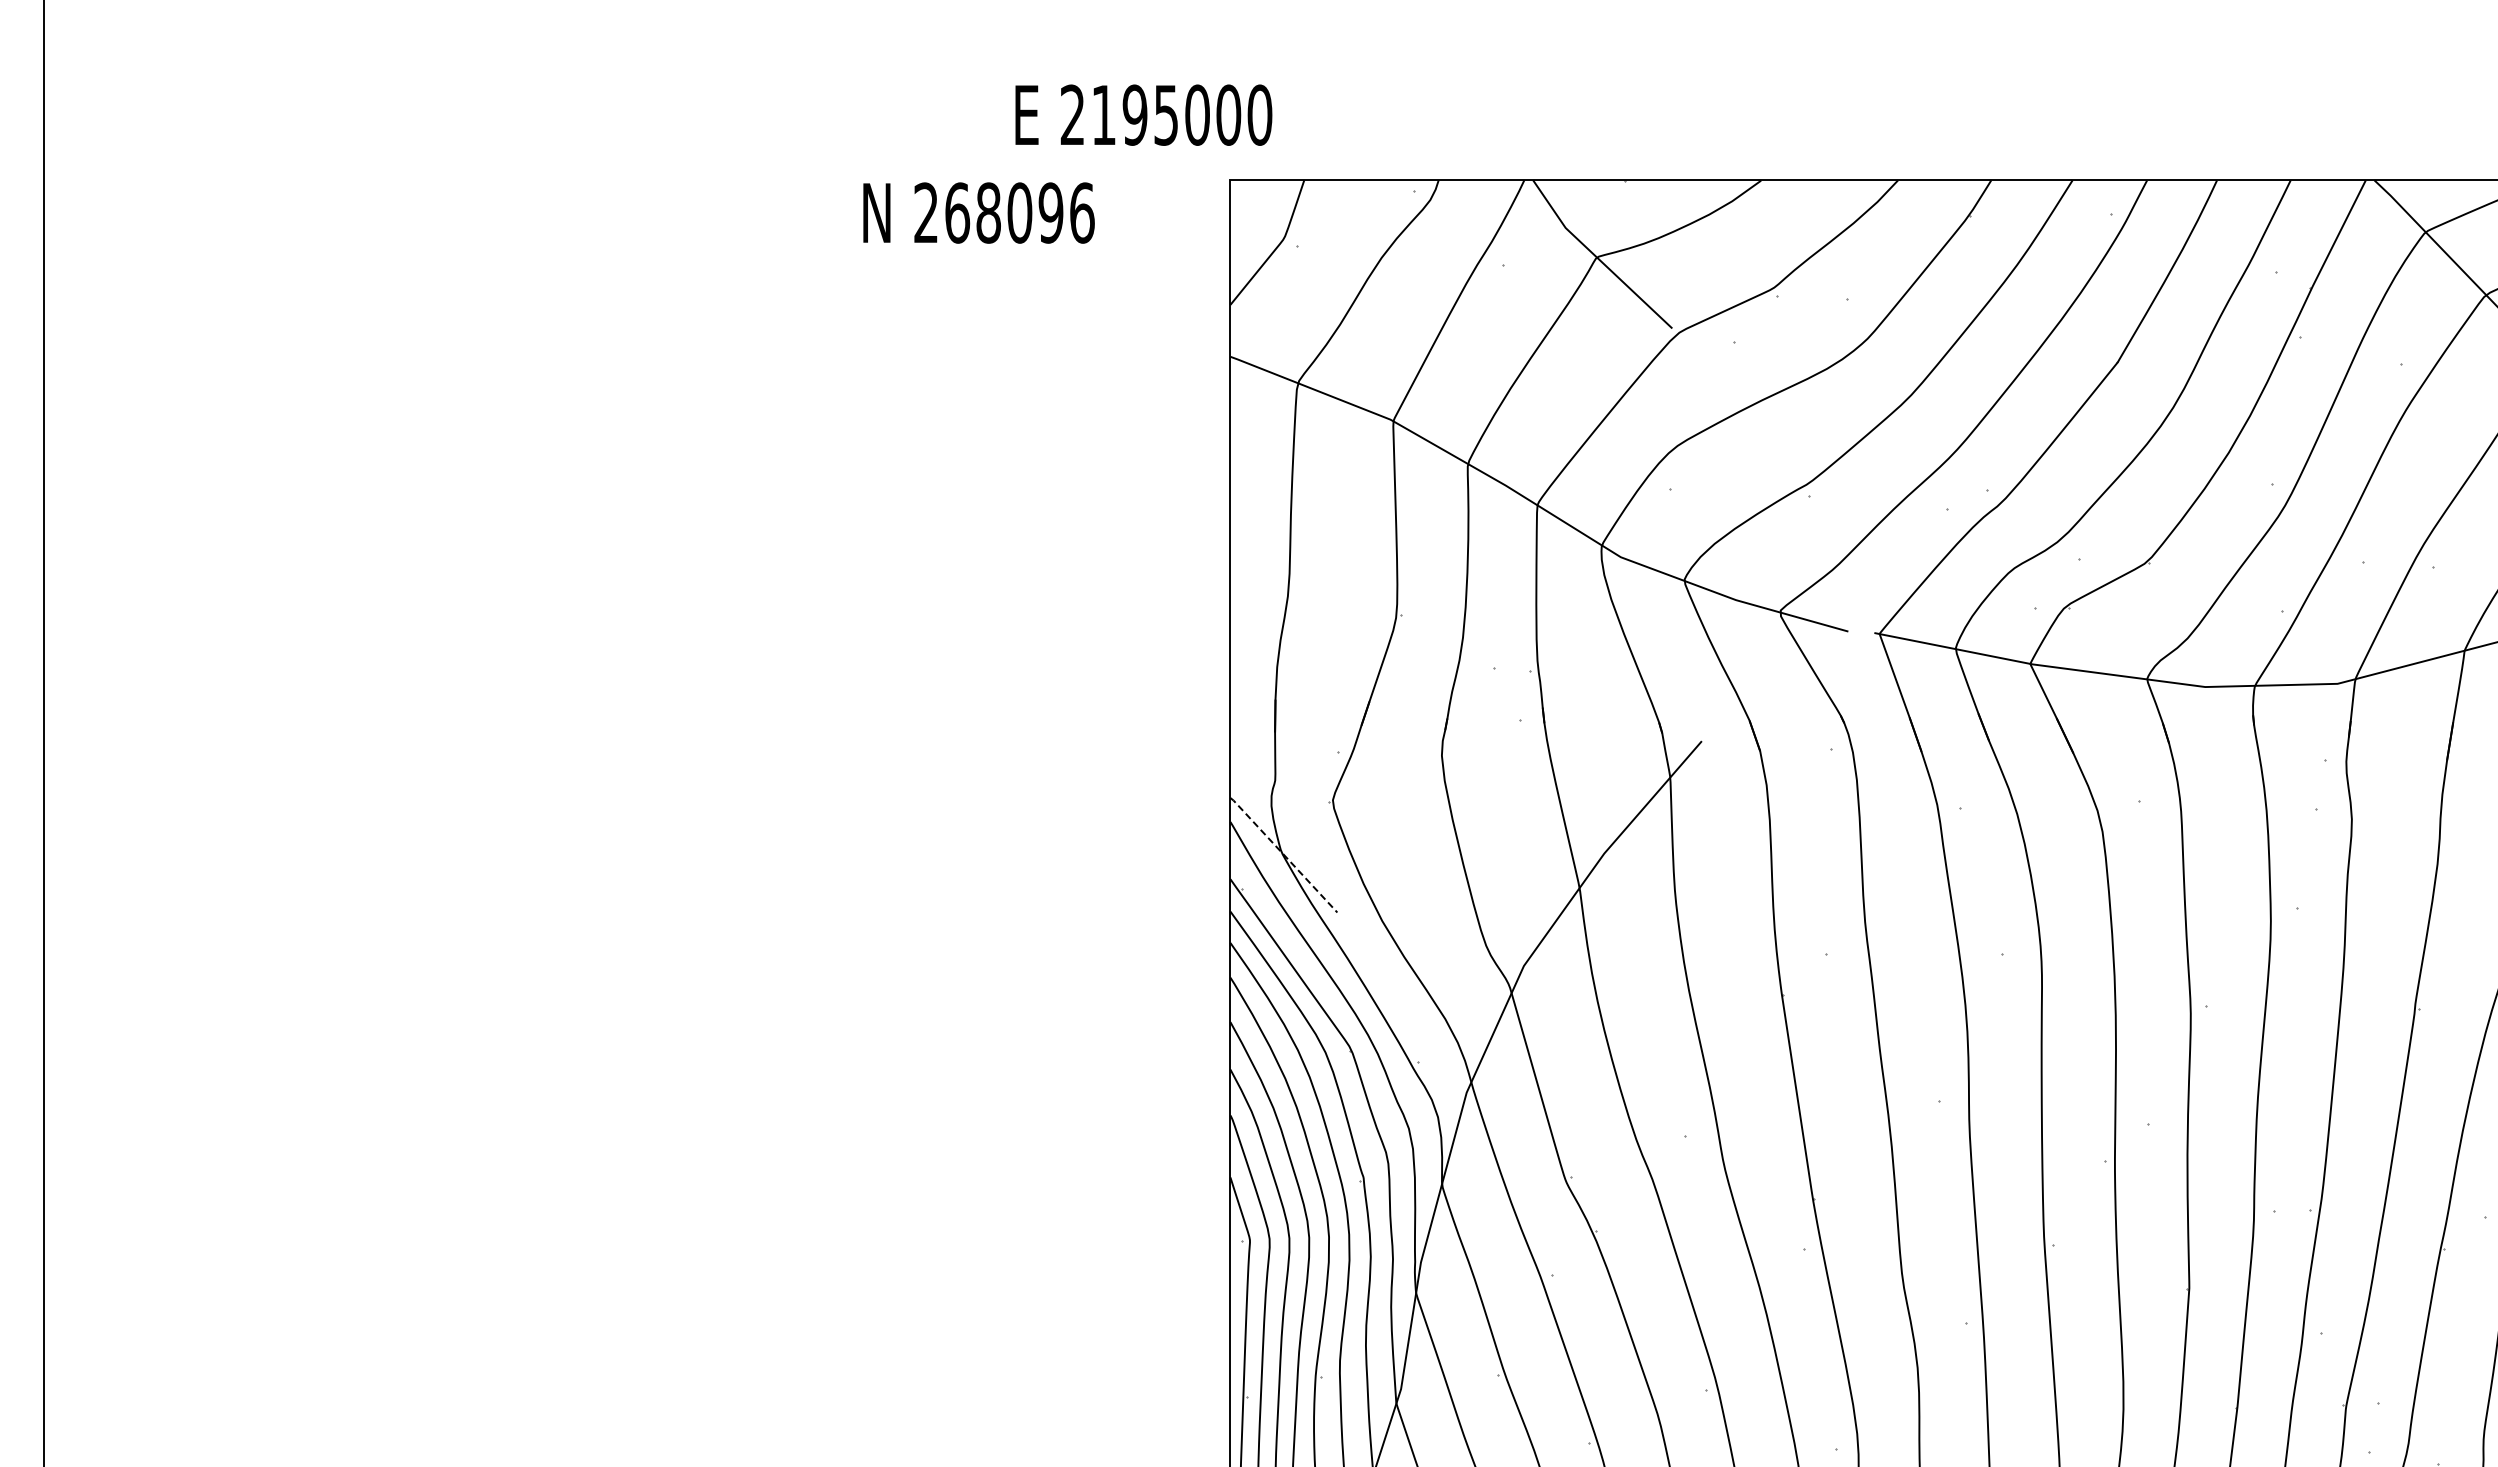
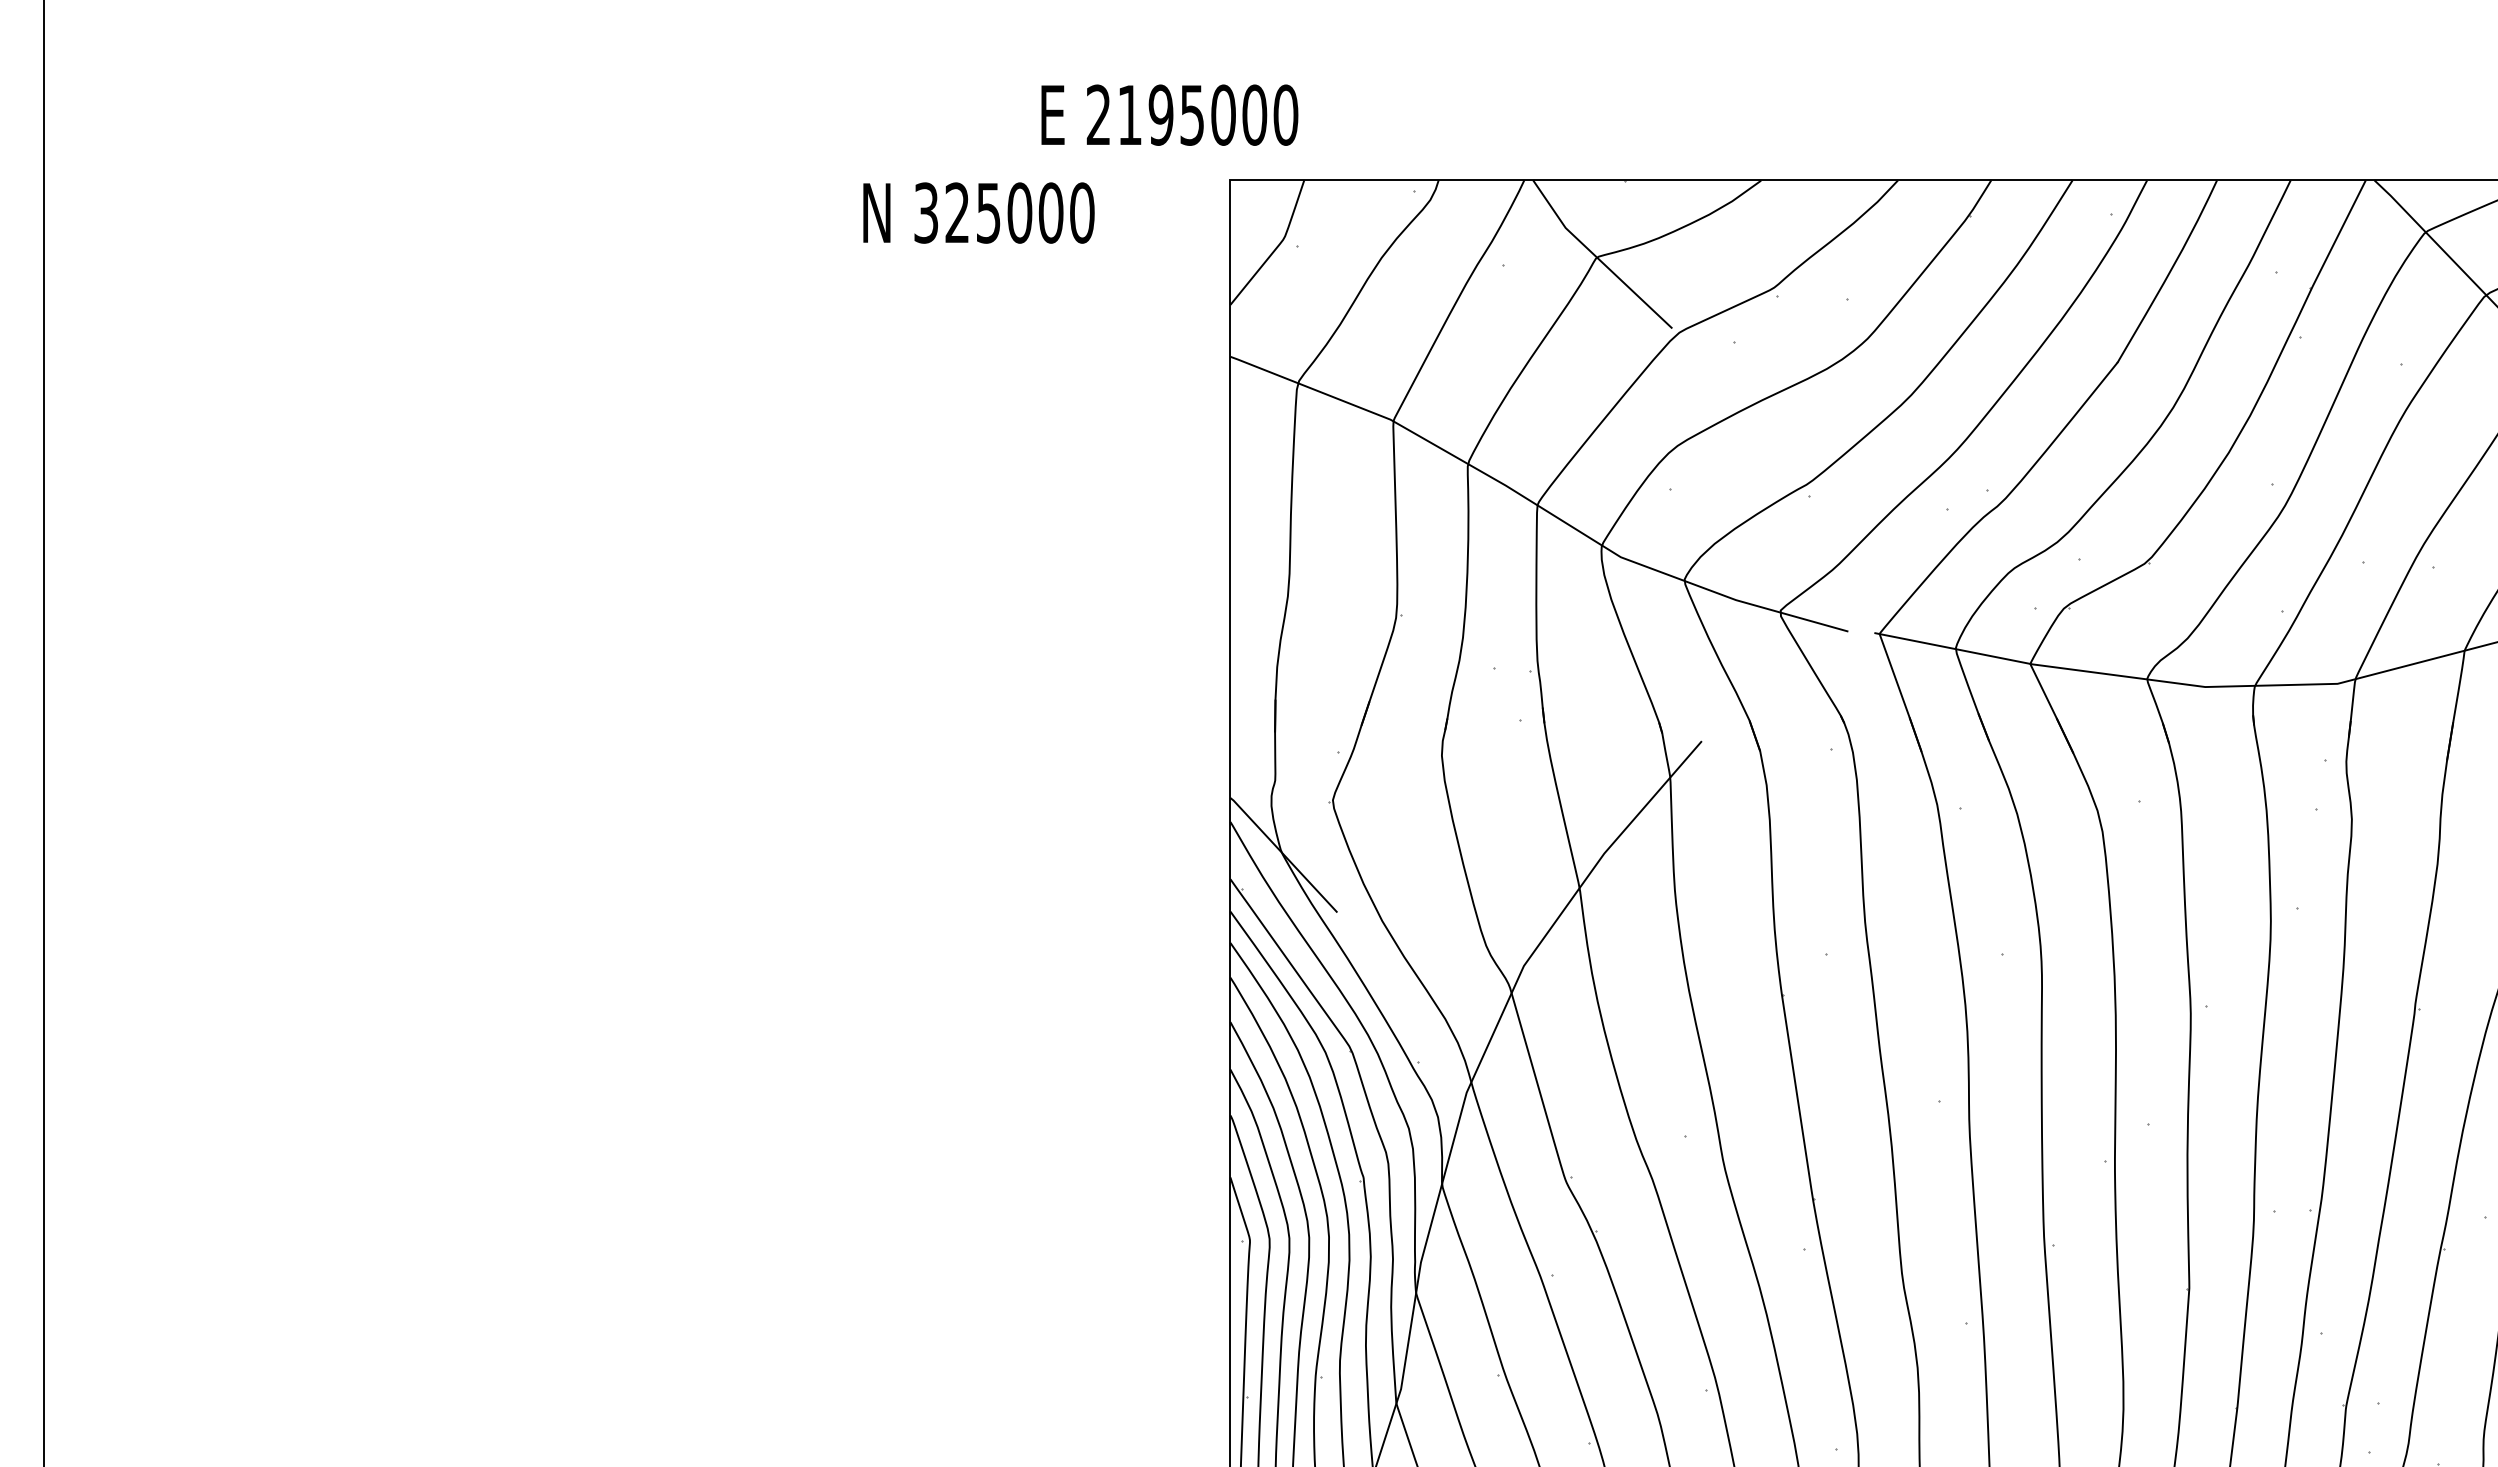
text at (1143, 114) position: (1143, 114) -> (1169, 114)
text at (1004, 212): 268096 -> 325000
line at (1283, 854): dashed -> solid
